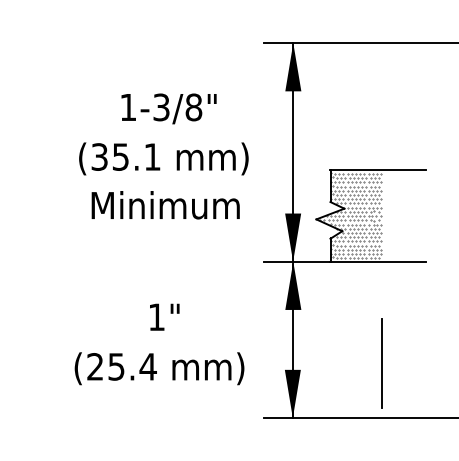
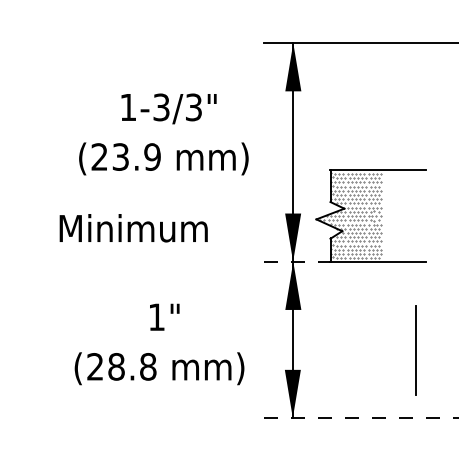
text at (193, 107): 1-3/8" -> 1-3/3"
text at (125, 156): (35.1 -> (23.9
text at (165, 205) position: (165, 205) -> (133, 228)
line at (298, 261): solid -> dashed
line at (381, 363) position: (381, 363) -> (415, 350)
text at (132, 366): (25.4 -> (28.8
line at (361, 418): solid -> dashed
